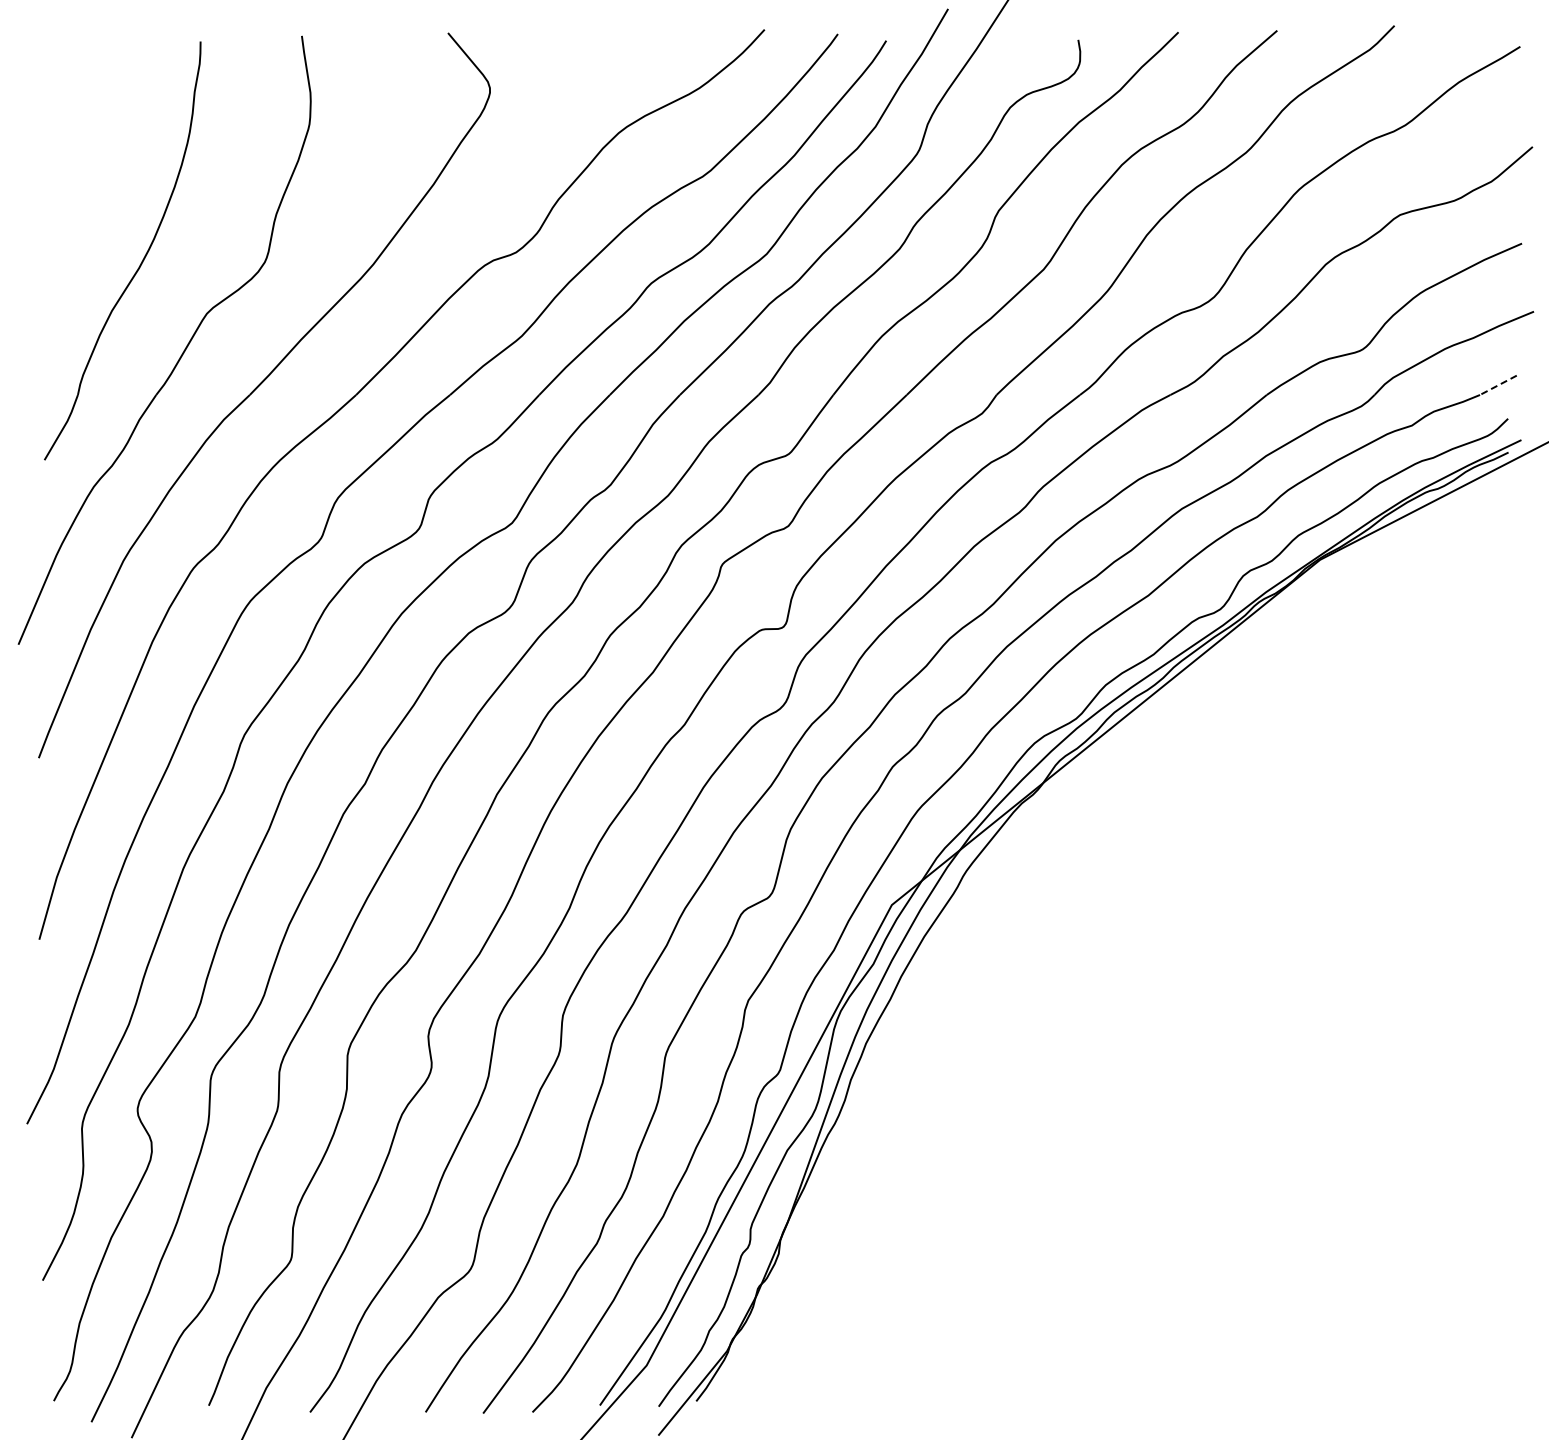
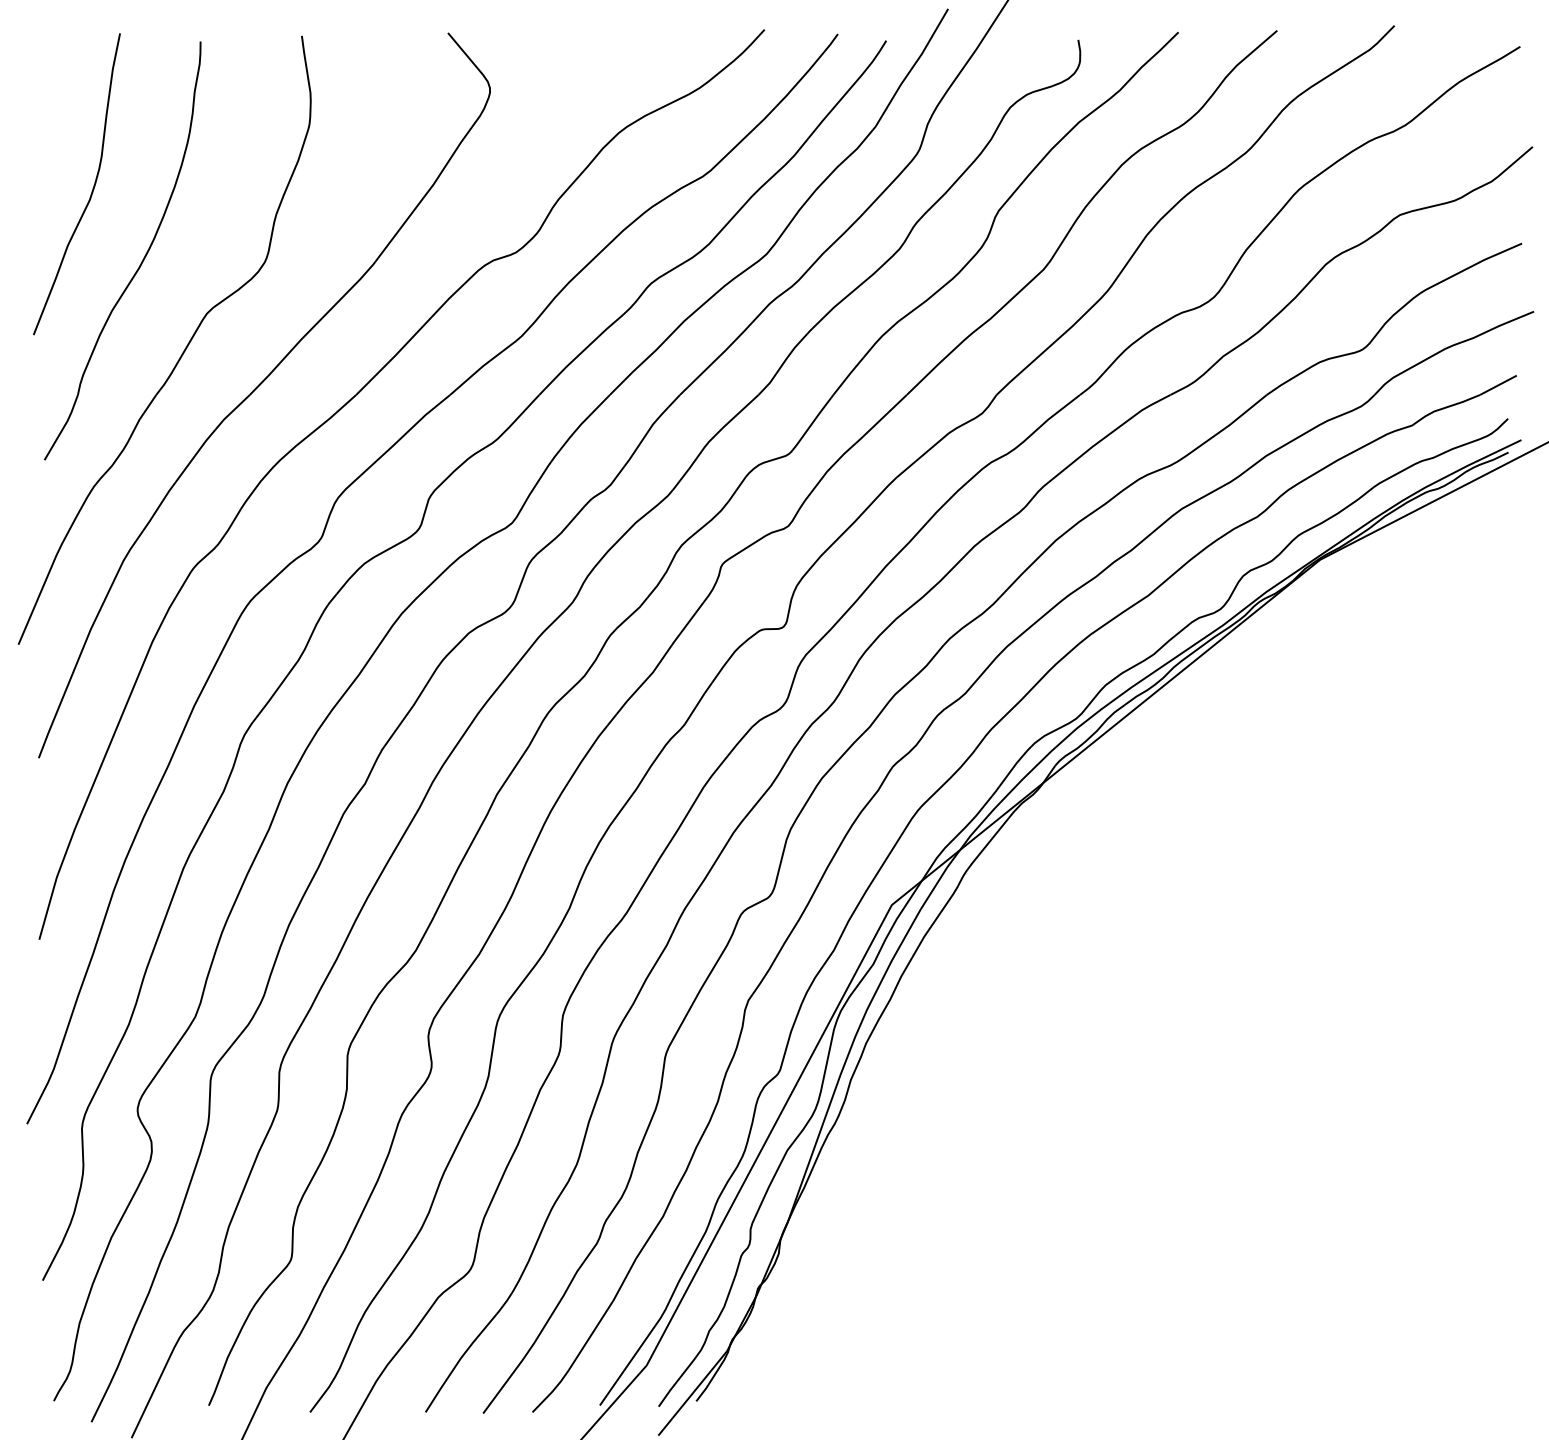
curve at (92, 188): none -> present
line at (1498, 385): dashed -> solid
